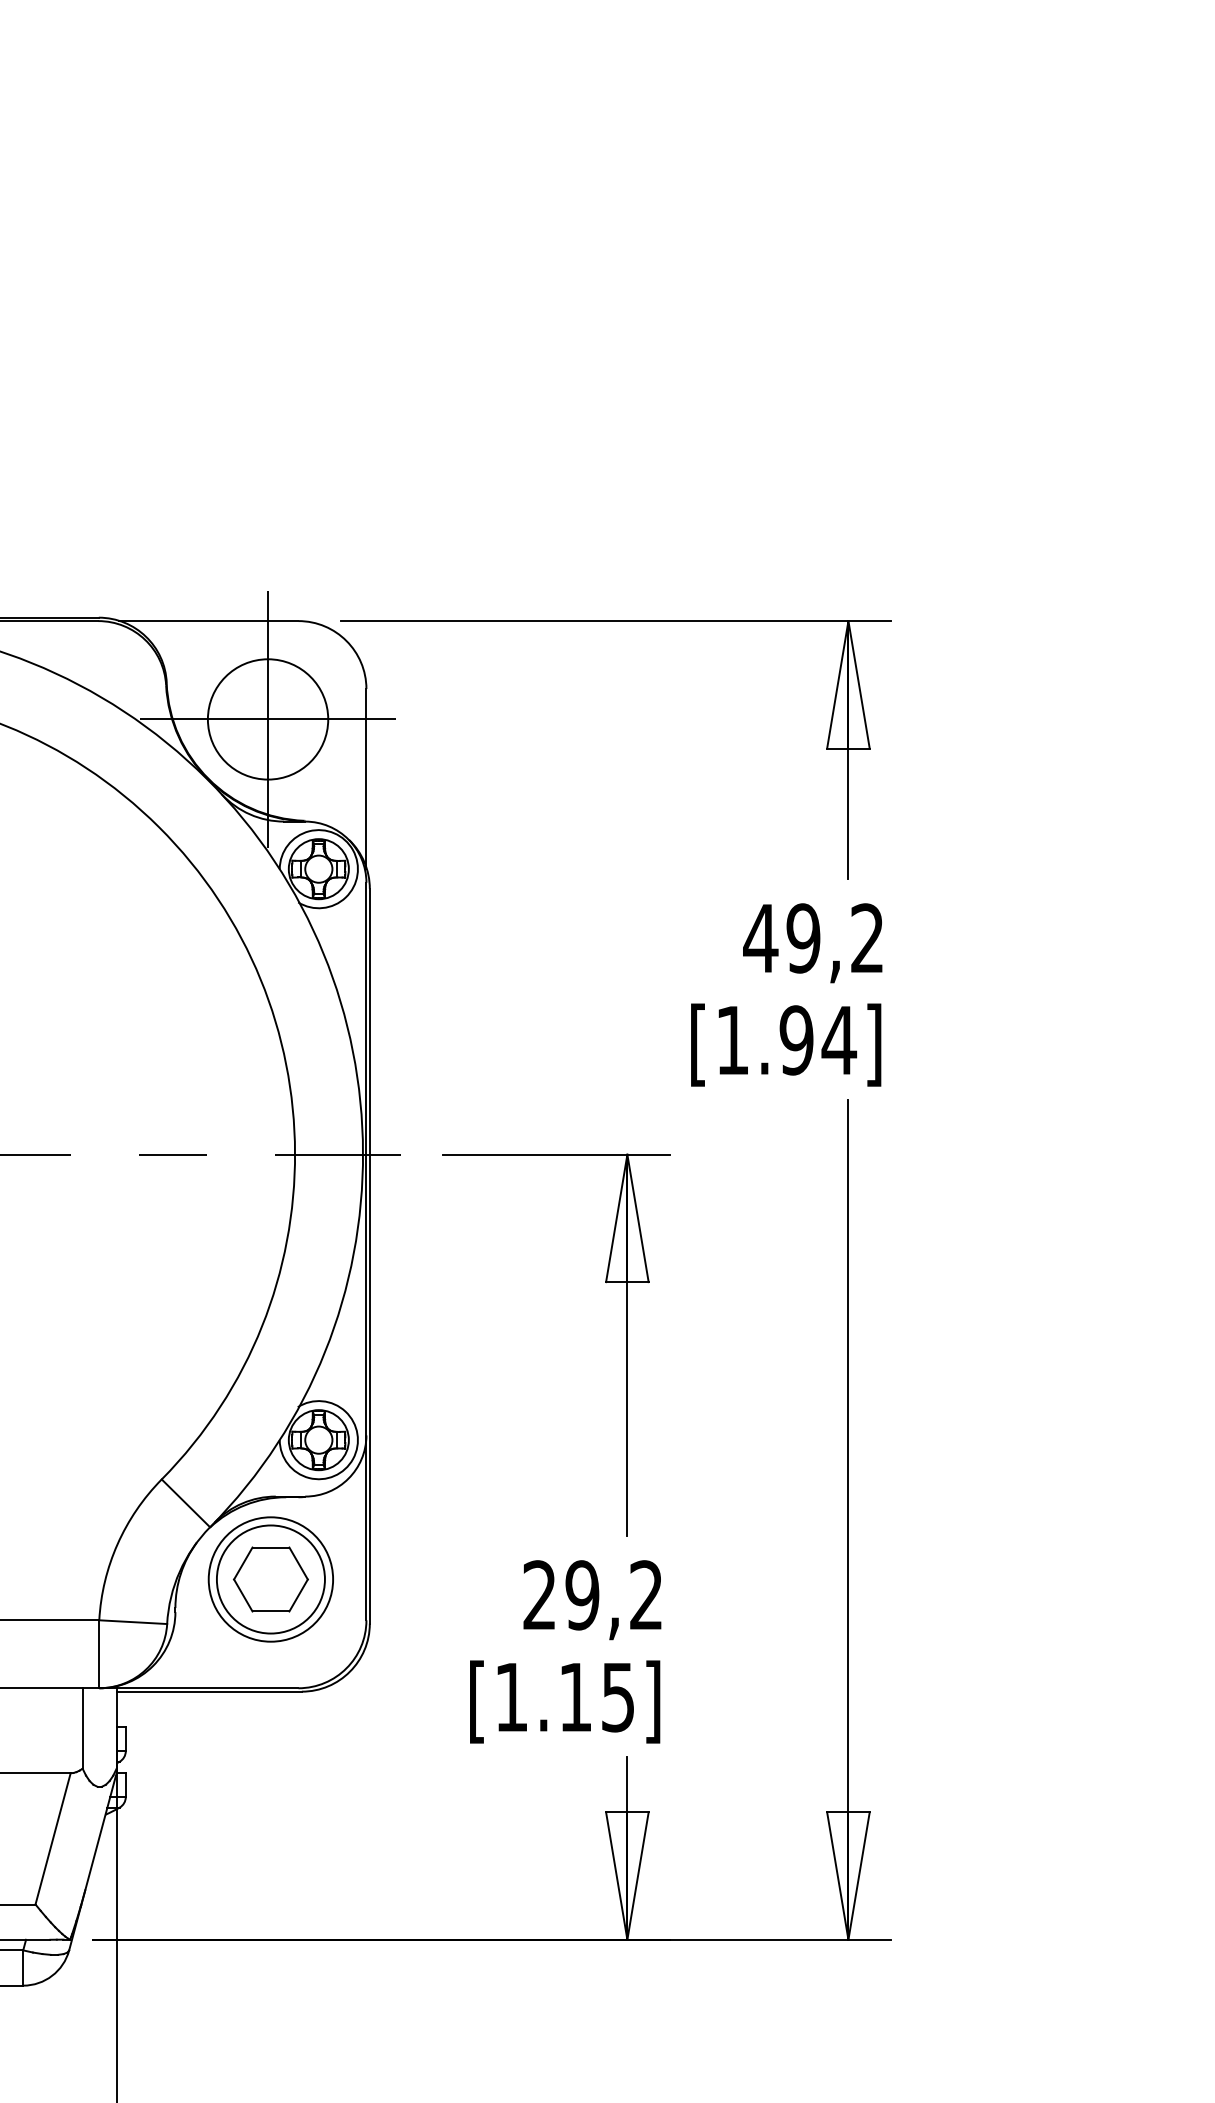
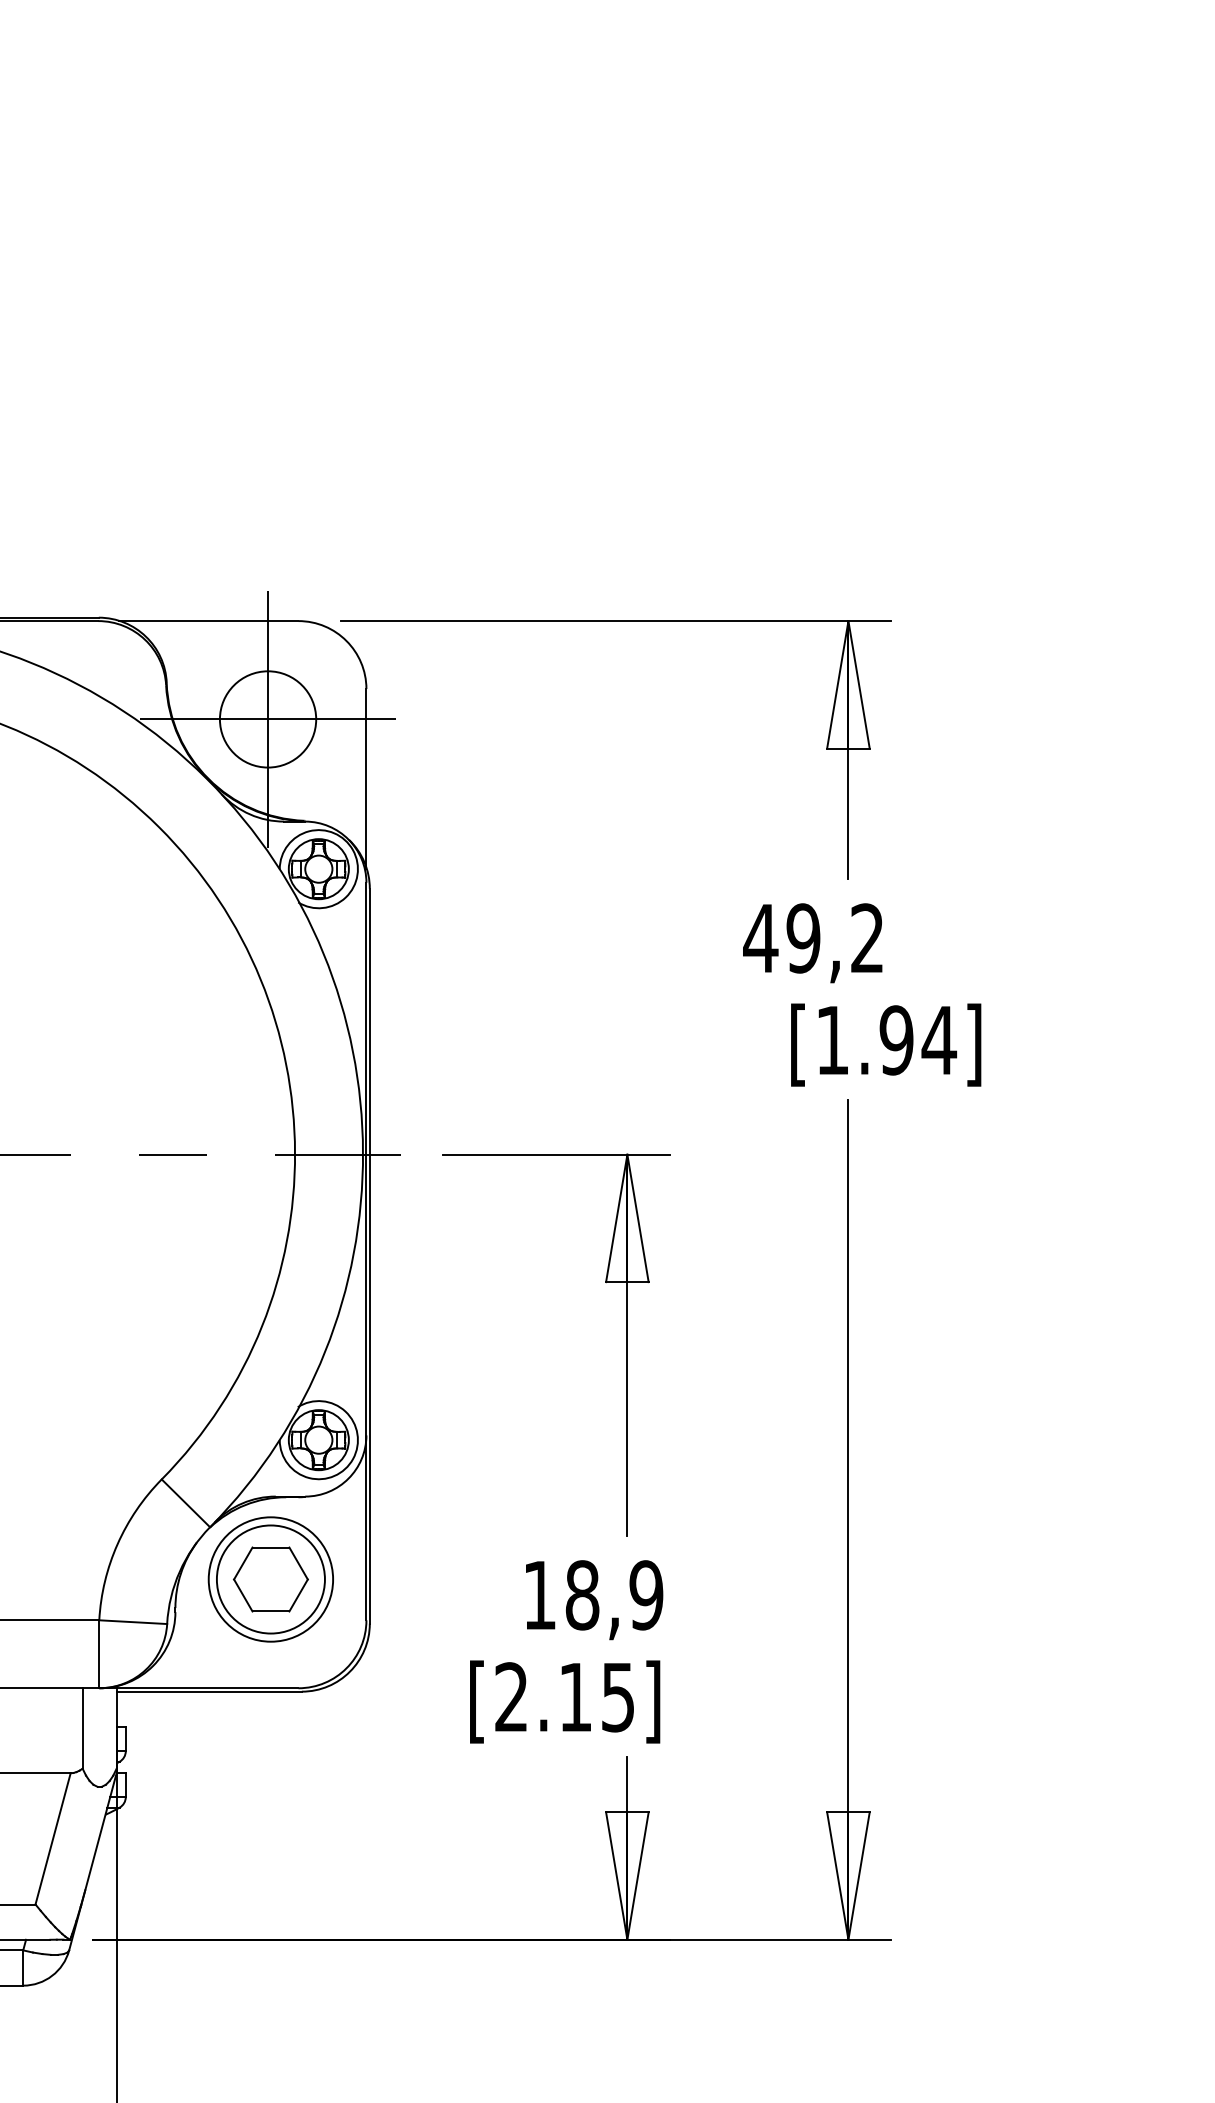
circle at (267, 719) diameter: 120 px -> 96 px
text at (786, 1044) position: (786, 1044) -> (886, 1044)
text at (593, 1595): 29,2 -> 18,9
text at (510, 1696): [1.15] -> [2.15]
